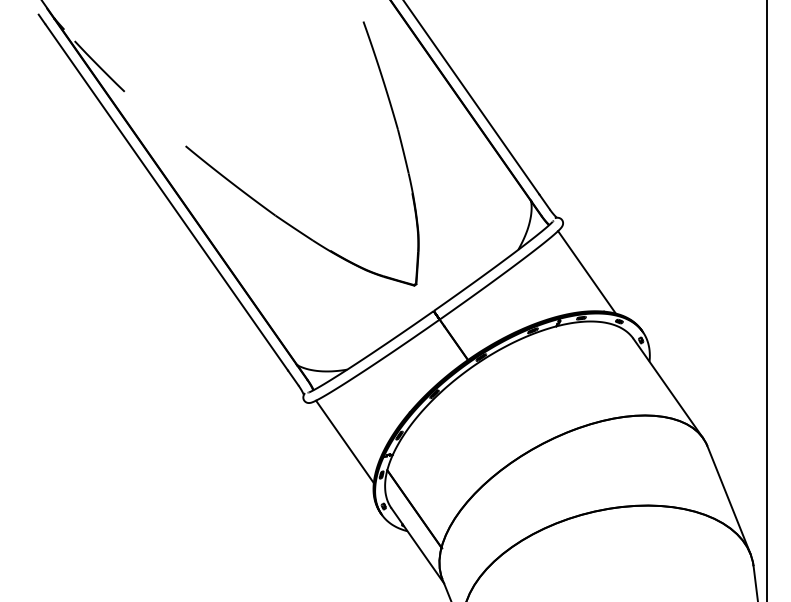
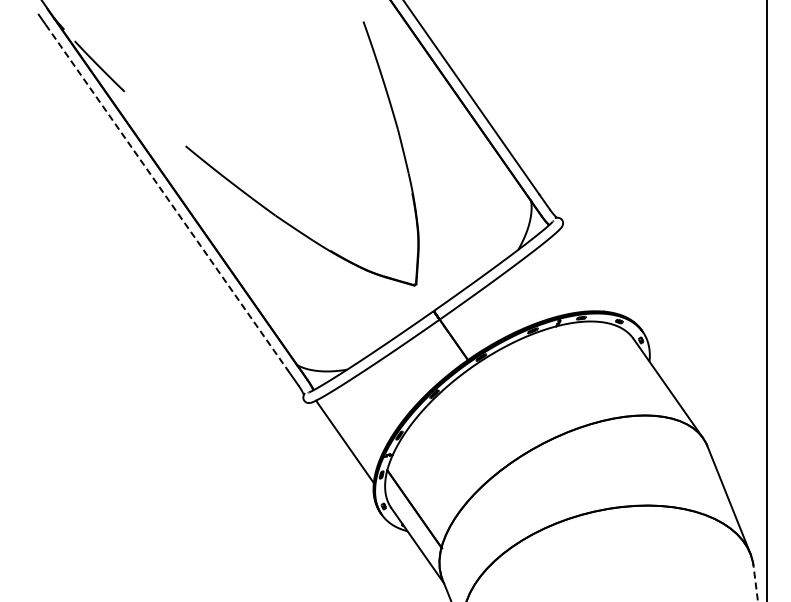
line at (167, 198): solid -> dashed
line at (586, 272): present -> none
line at (755, 583): solid -> dashed
